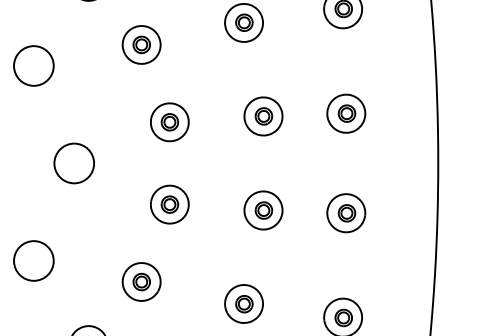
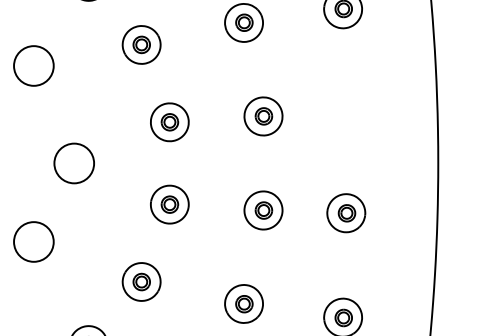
part at (346, 113): present -> none
circle at (33, 260) position: (33, 260) -> (33, 241)
